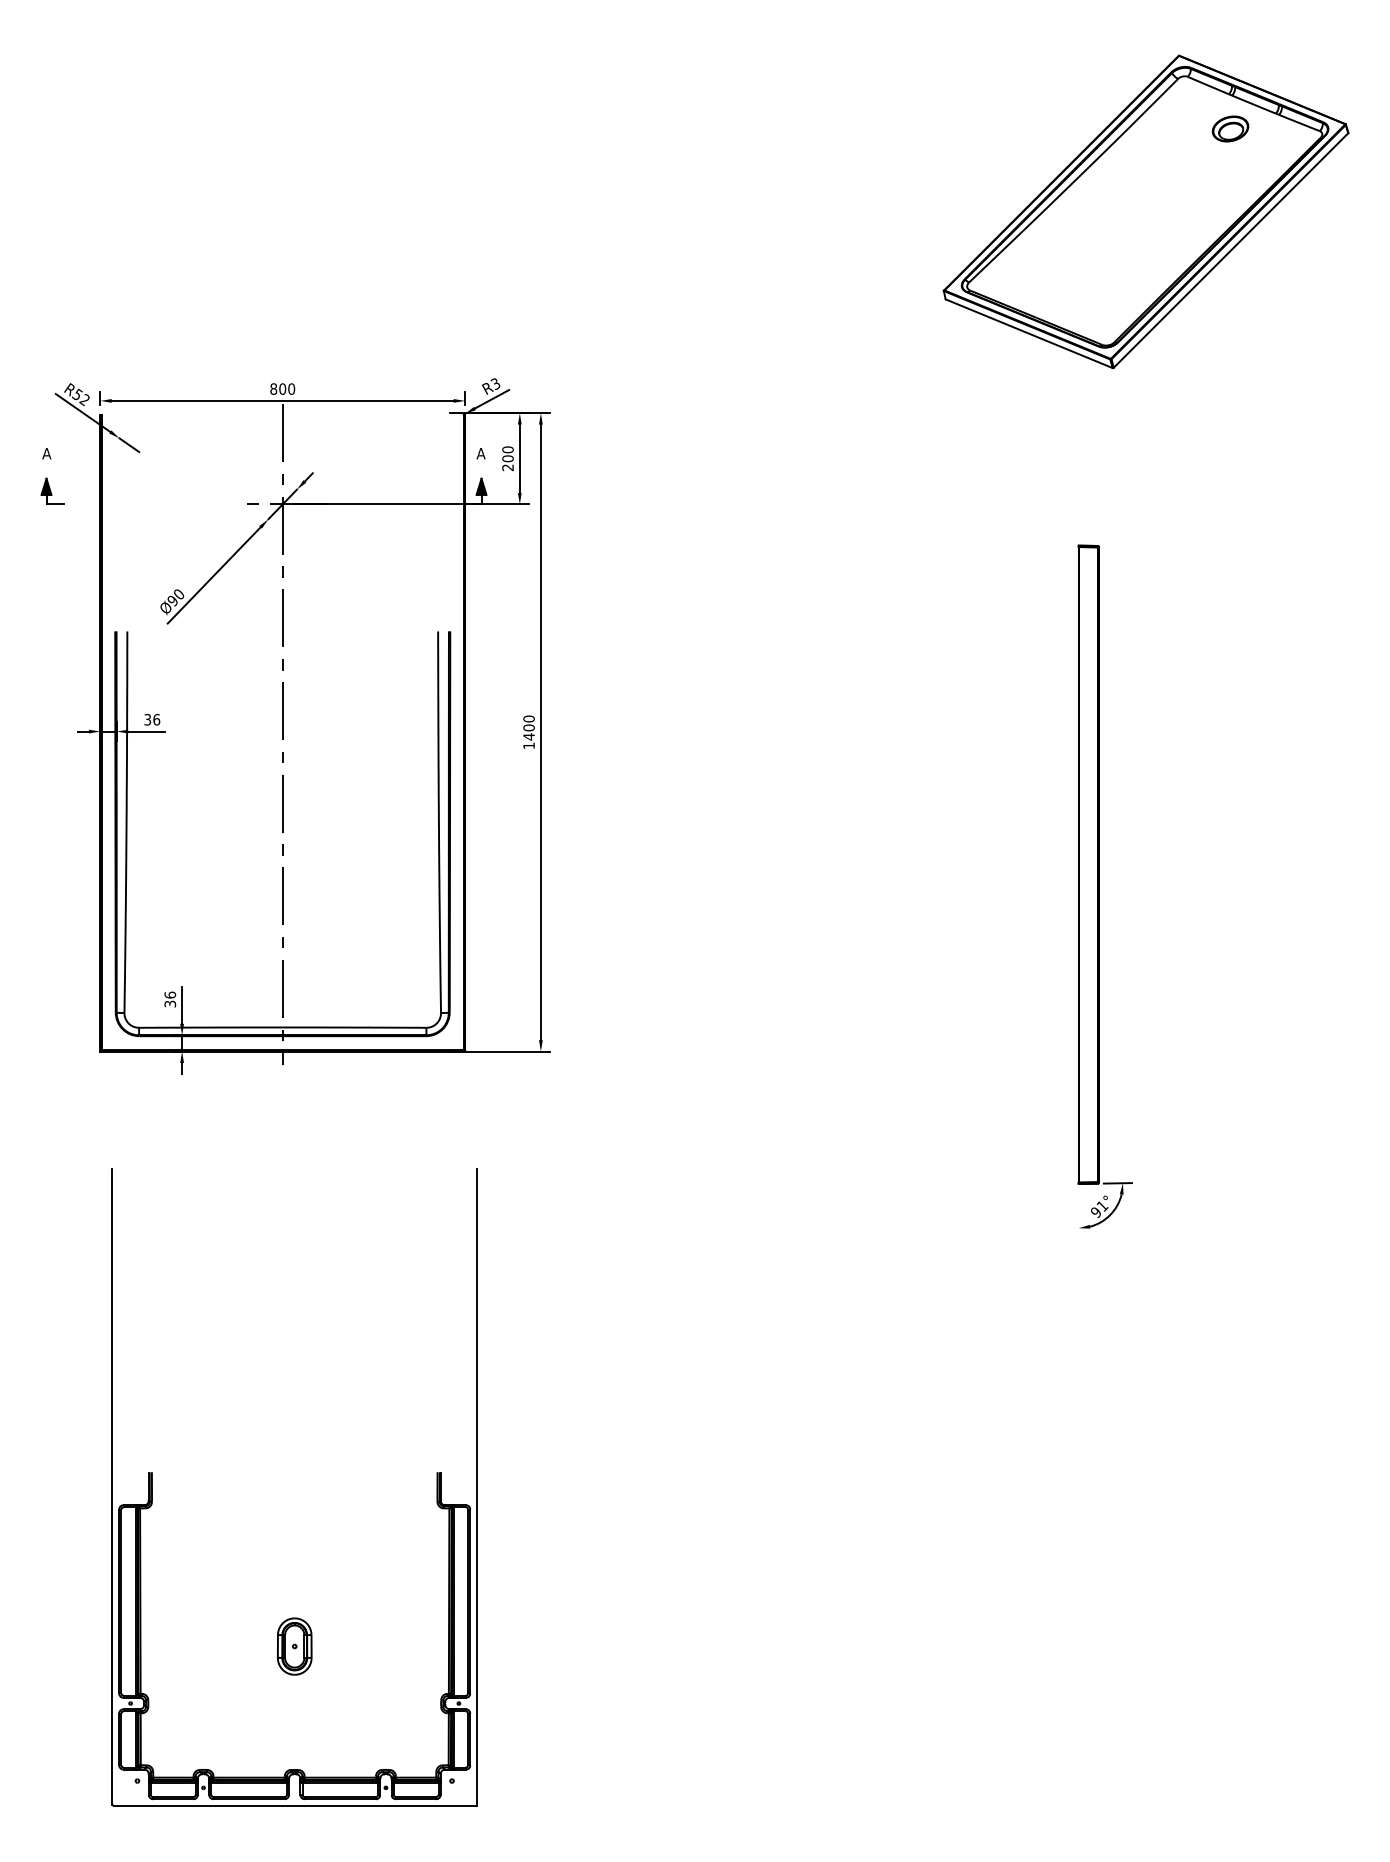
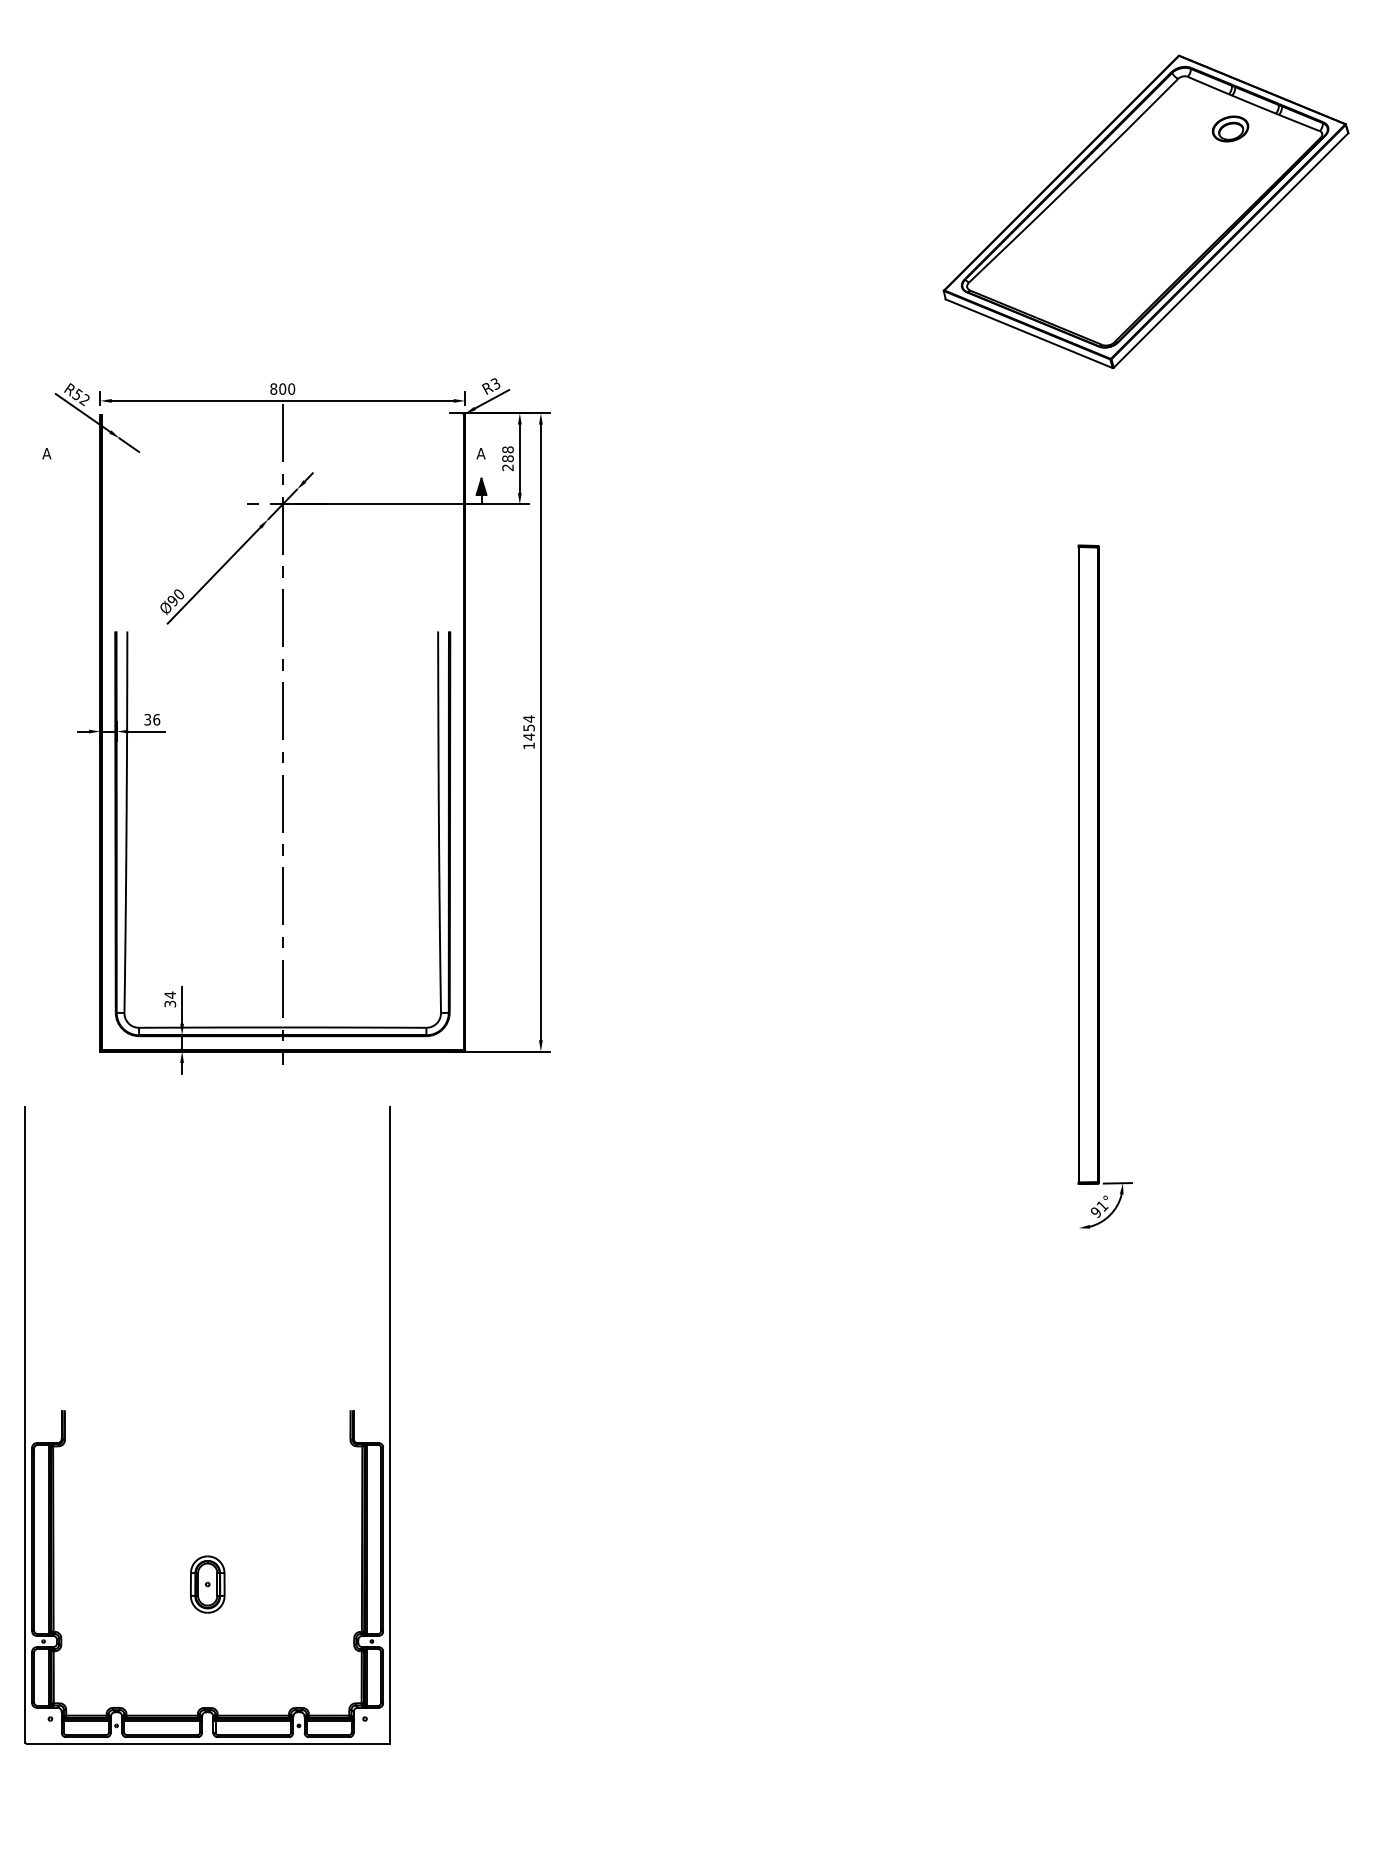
text at (507, 454): 200 -> 288
part at (52, 490): present -> none
text at (528, 723): 1400 -> 1454
text at (170, 994): 36 -> 34
part at (294, 1617) position: (294, 1617) -> (207, 1555)
